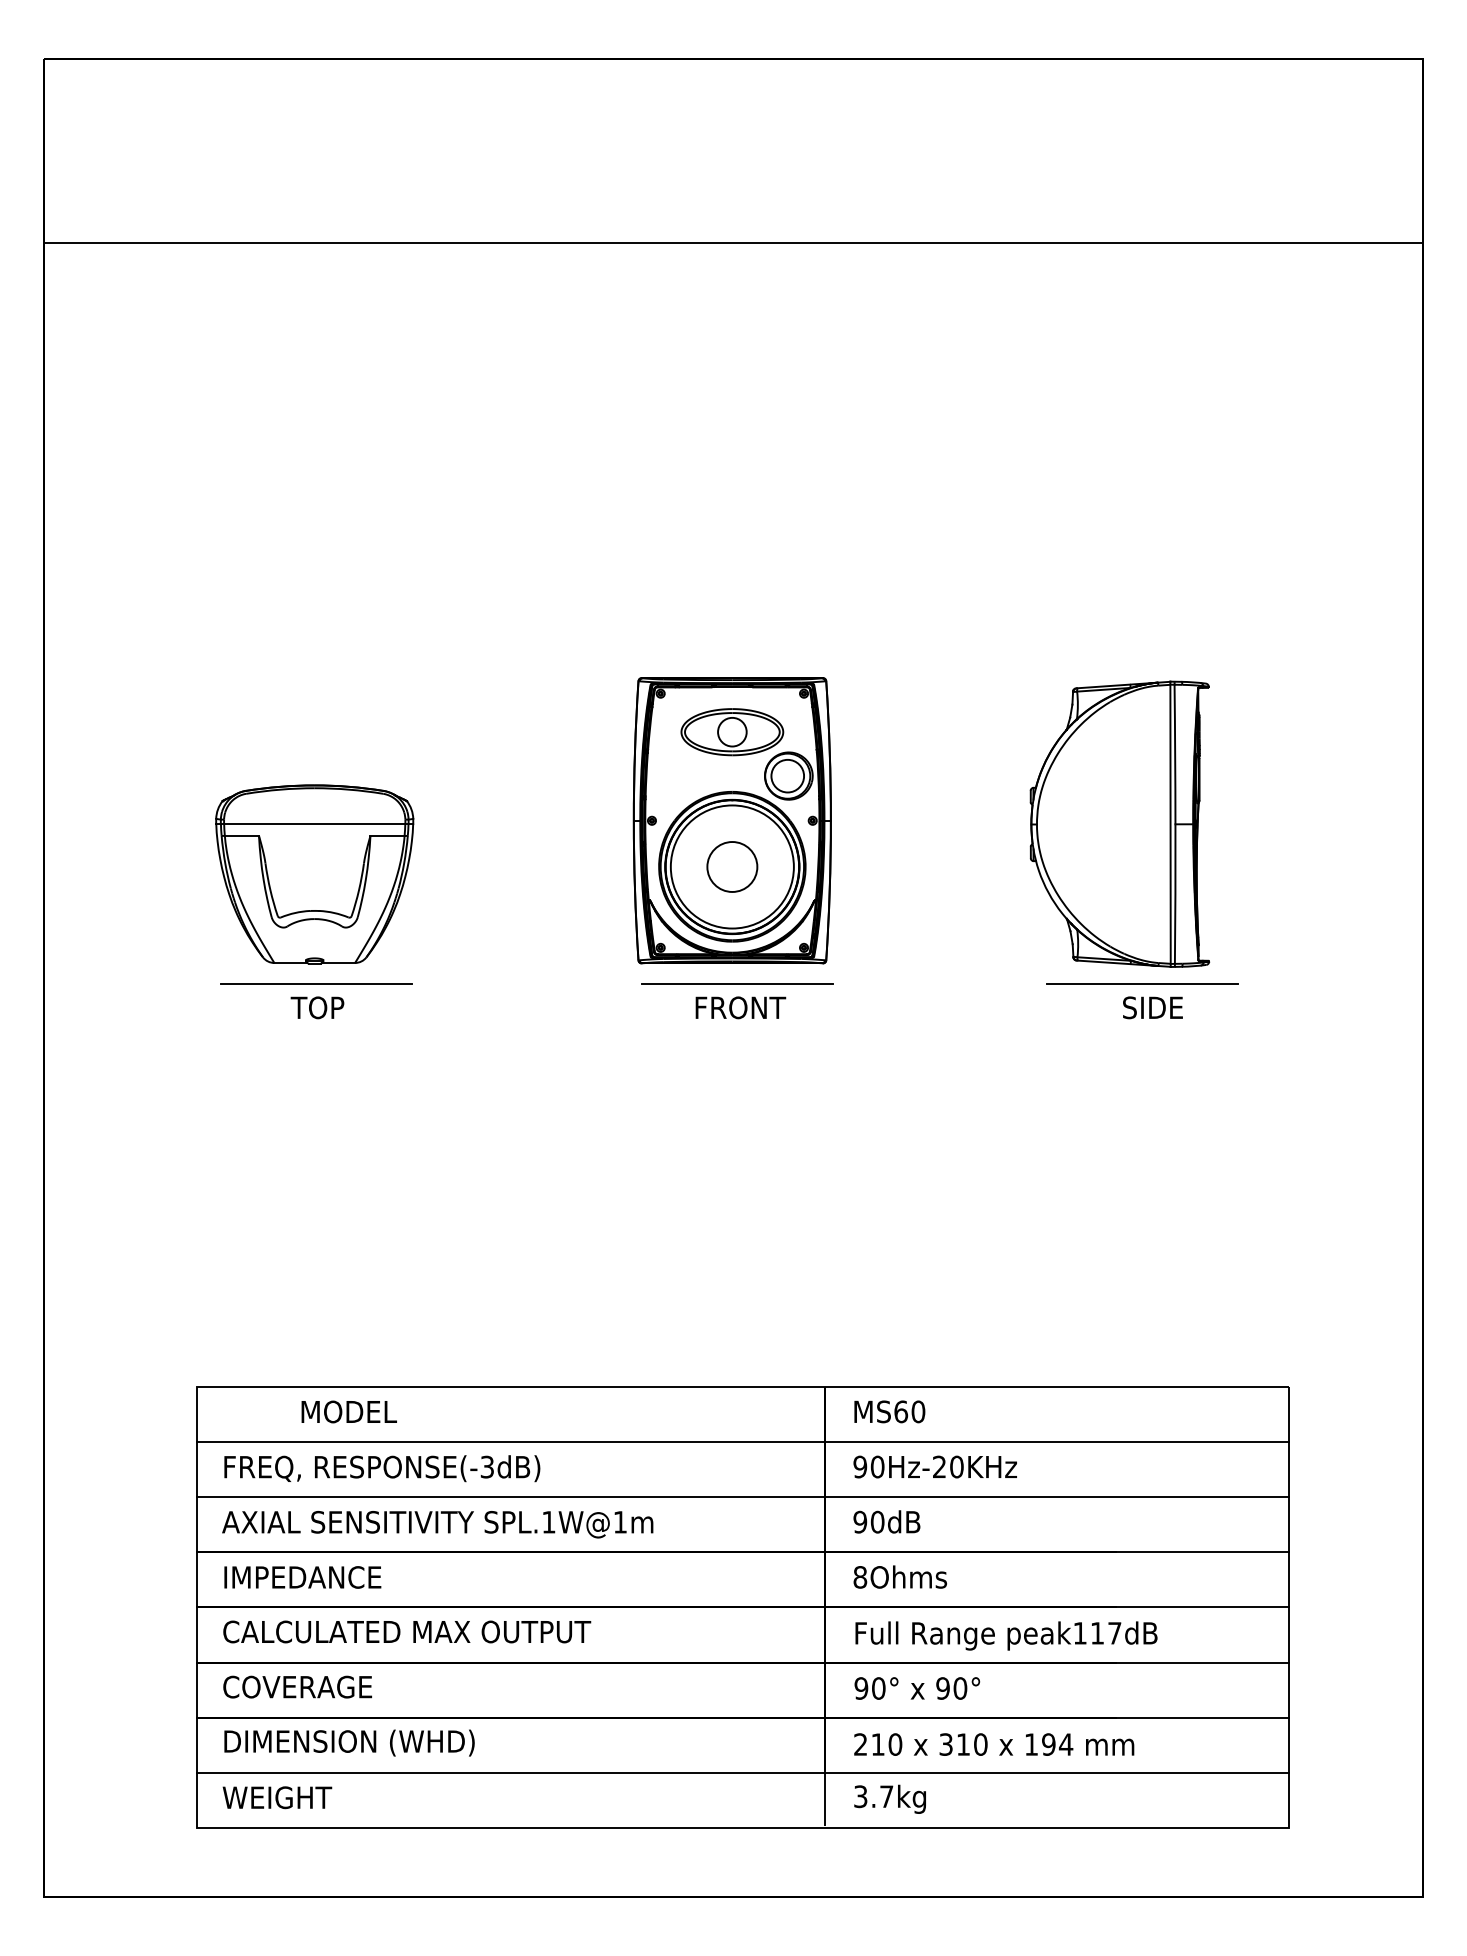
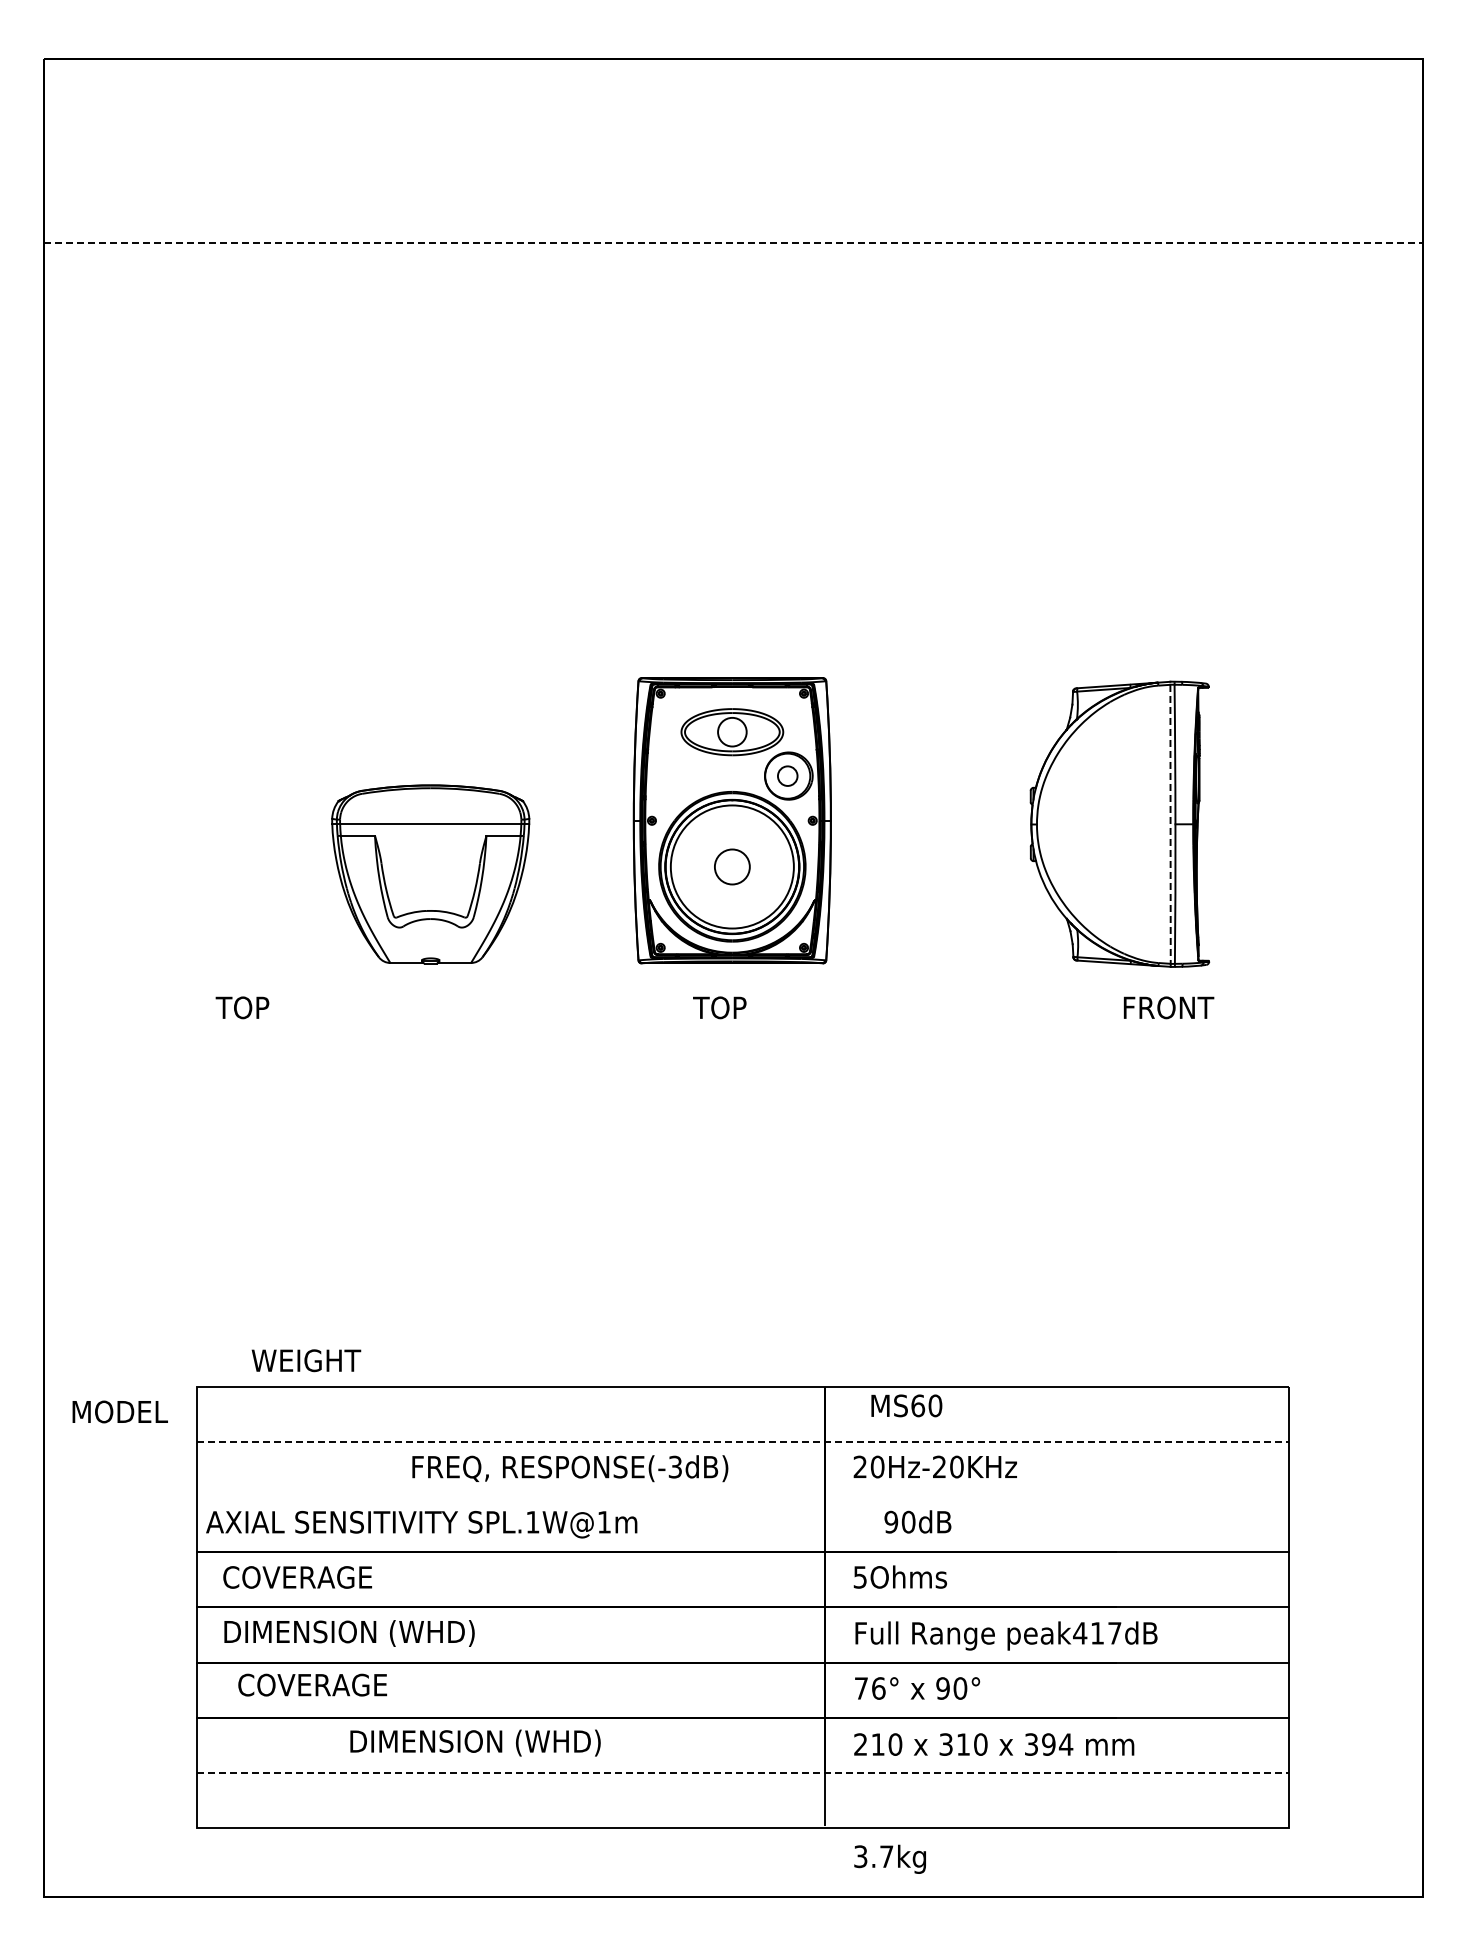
line at (733, 242): solid -> dashed
circle at (787, 775) diameter: 33 px -> 20 px
line at (1170, 824): solid -> dashed
circle at (732, 866) diameter: 50 px -> 35 px
part at (314, 874) position: (314, 874) -> (430, 874)
line at (316, 983): present -> none
line at (736, 983): present -> none
line at (1142, 983): present -> none
text at (317, 1007) position: (317, 1007) -> (242, 1007)
text at (739, 1007): FRONT -> TOP
text at (1168, 1007): SIDE -> FRONT
text at (348, 1411) position: (348, 1411) -> (119, 1411)
text at (889, 1411) position: (889, 1411) -> (906, 1405)
line at (742, 1441): solid -> dashed
text at (860, 1466): 90Hz-20KHz -> 20Hz-20KHz
text at (382, 1468) position: (382, 1468) -> (570, 1468)
line at (742, 1497): present -> none
text at (886, 1521) position: (886, 1521) -> (917, 1521)
text at (437, 1524) position: (437, 1524) -> (421, 1524)
text at (302, 1577): IMPEDANCE -> COVERAGE
text at (860, 1577): 8Ohms -> 5Ohms
text at (407, 1633): CALCULATED MAX OUTPUT -> DIMENSION (WHD)
text at (1080, 1633): peak117dB -> peak417dB
text at (297, 1686) position: (297, 1686) -> (312, 1684)
text at (869, 1688): 90° -> 76°
text at (349, 1742) position: (349, 1742) -> (475, 1742)
text at (1031, 1744): 194 -> 394
line at (742, 1772): solid -> dashed
text at (277, 1797) position: (277, 1797) -> (306, 1360)
text at (889, 1798) position: (889, 1798) -> (889, 1858)
